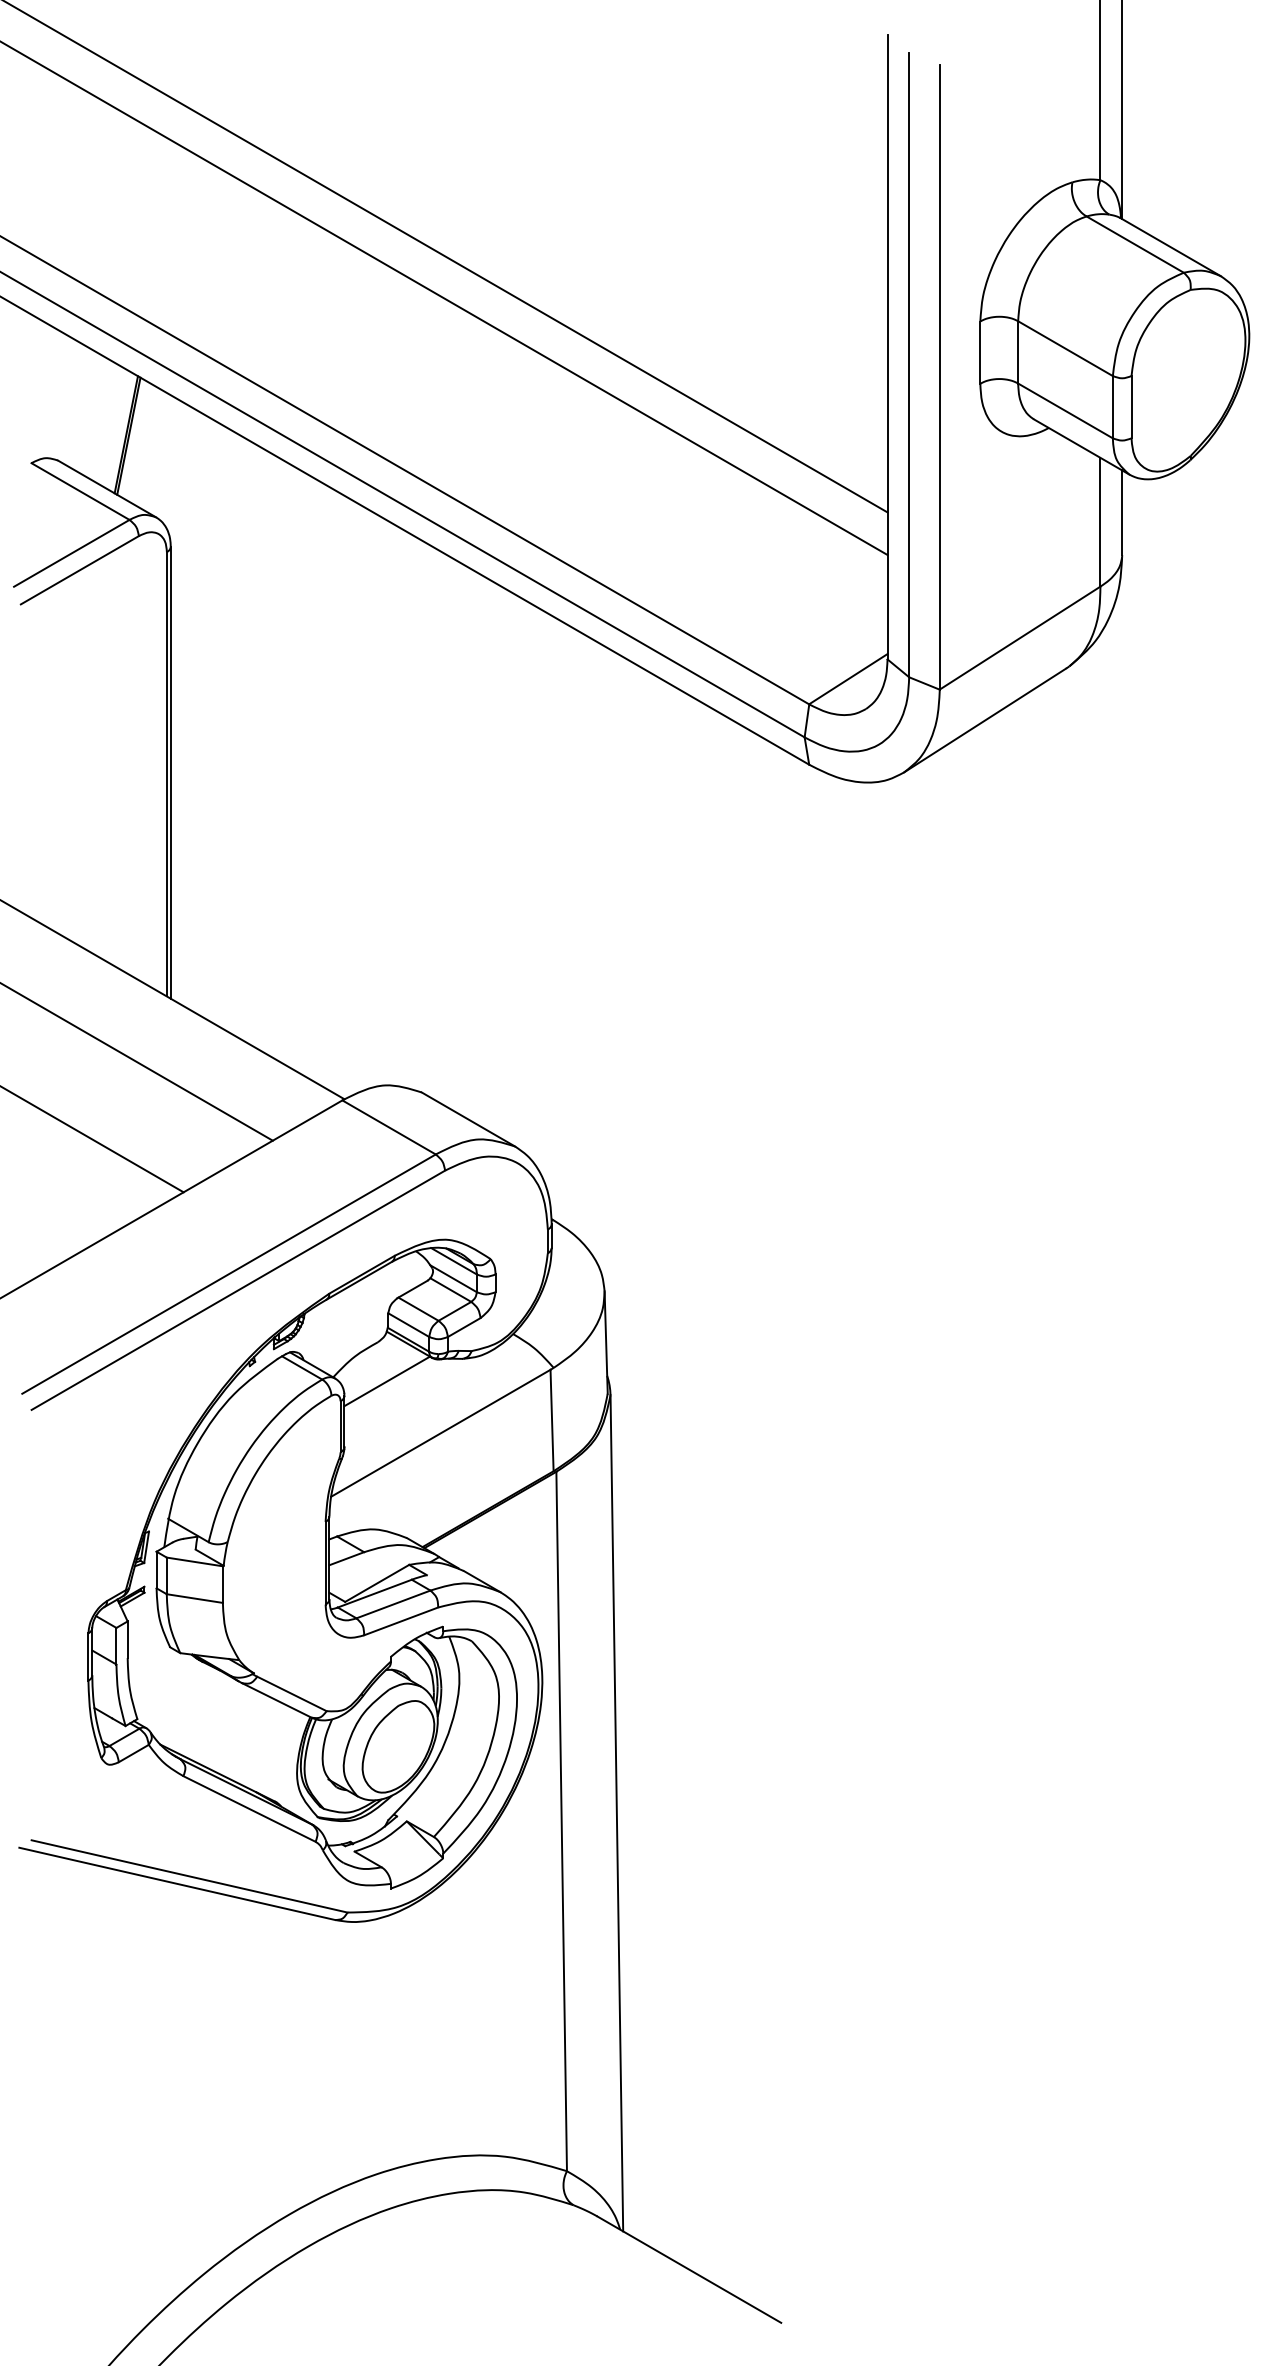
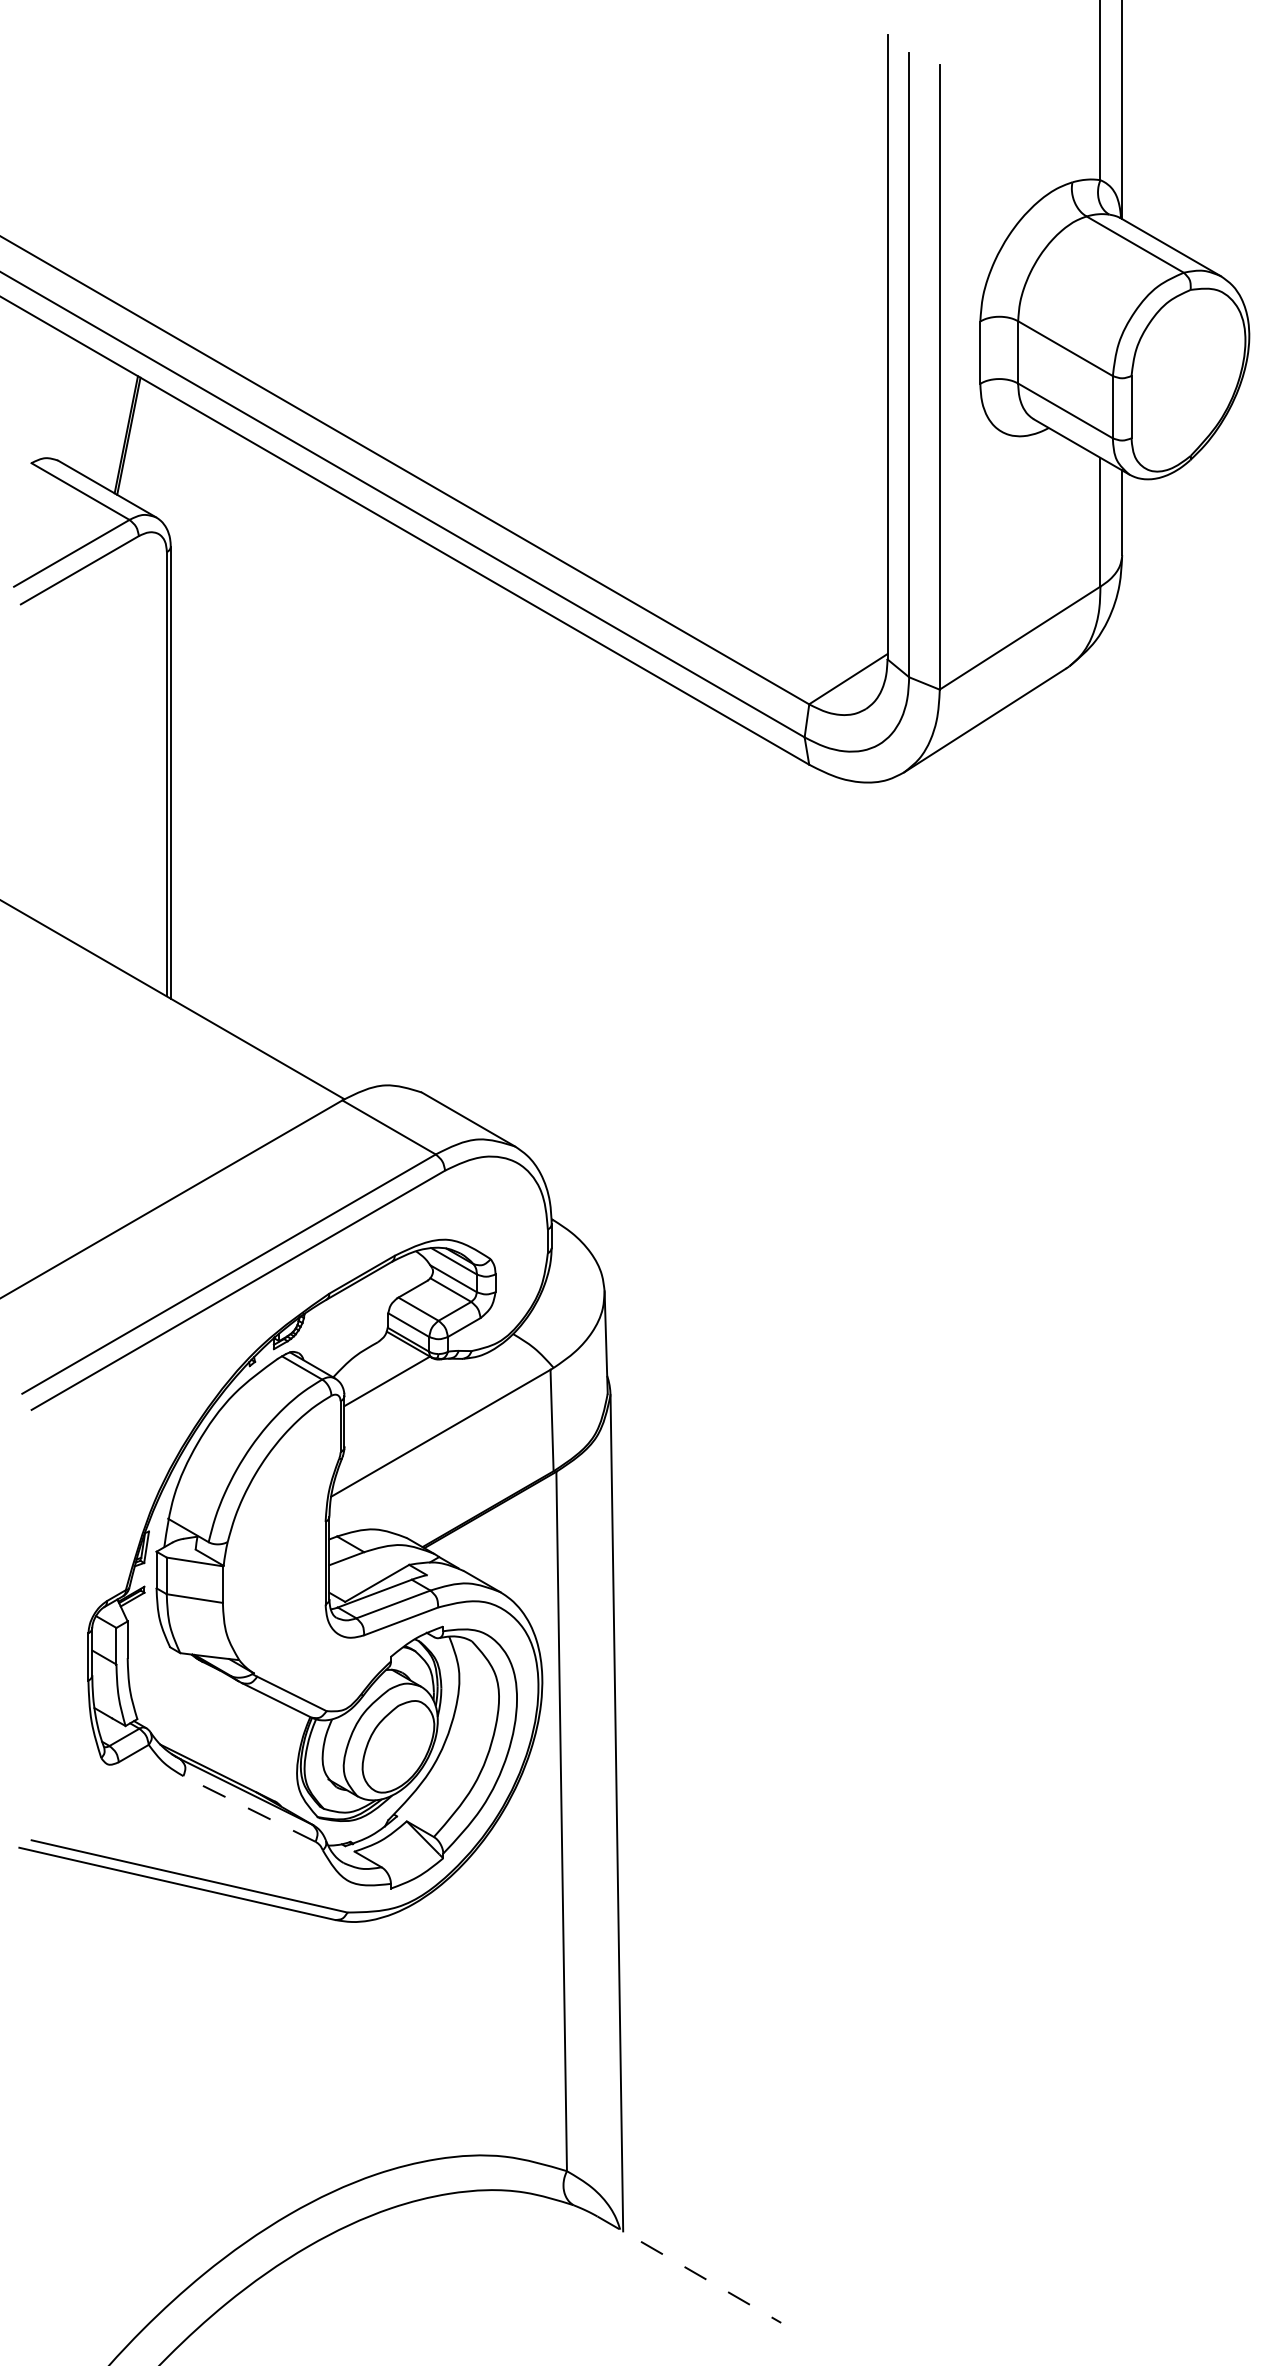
line at (446, 257): present -> none
line at (444, 298): present -> none
line at (137, 1062): present -> none
line at (92, 1139): present -> none
line at (249, 1809): solid -> dashed
line at (689, 2269): solid -> dashed
